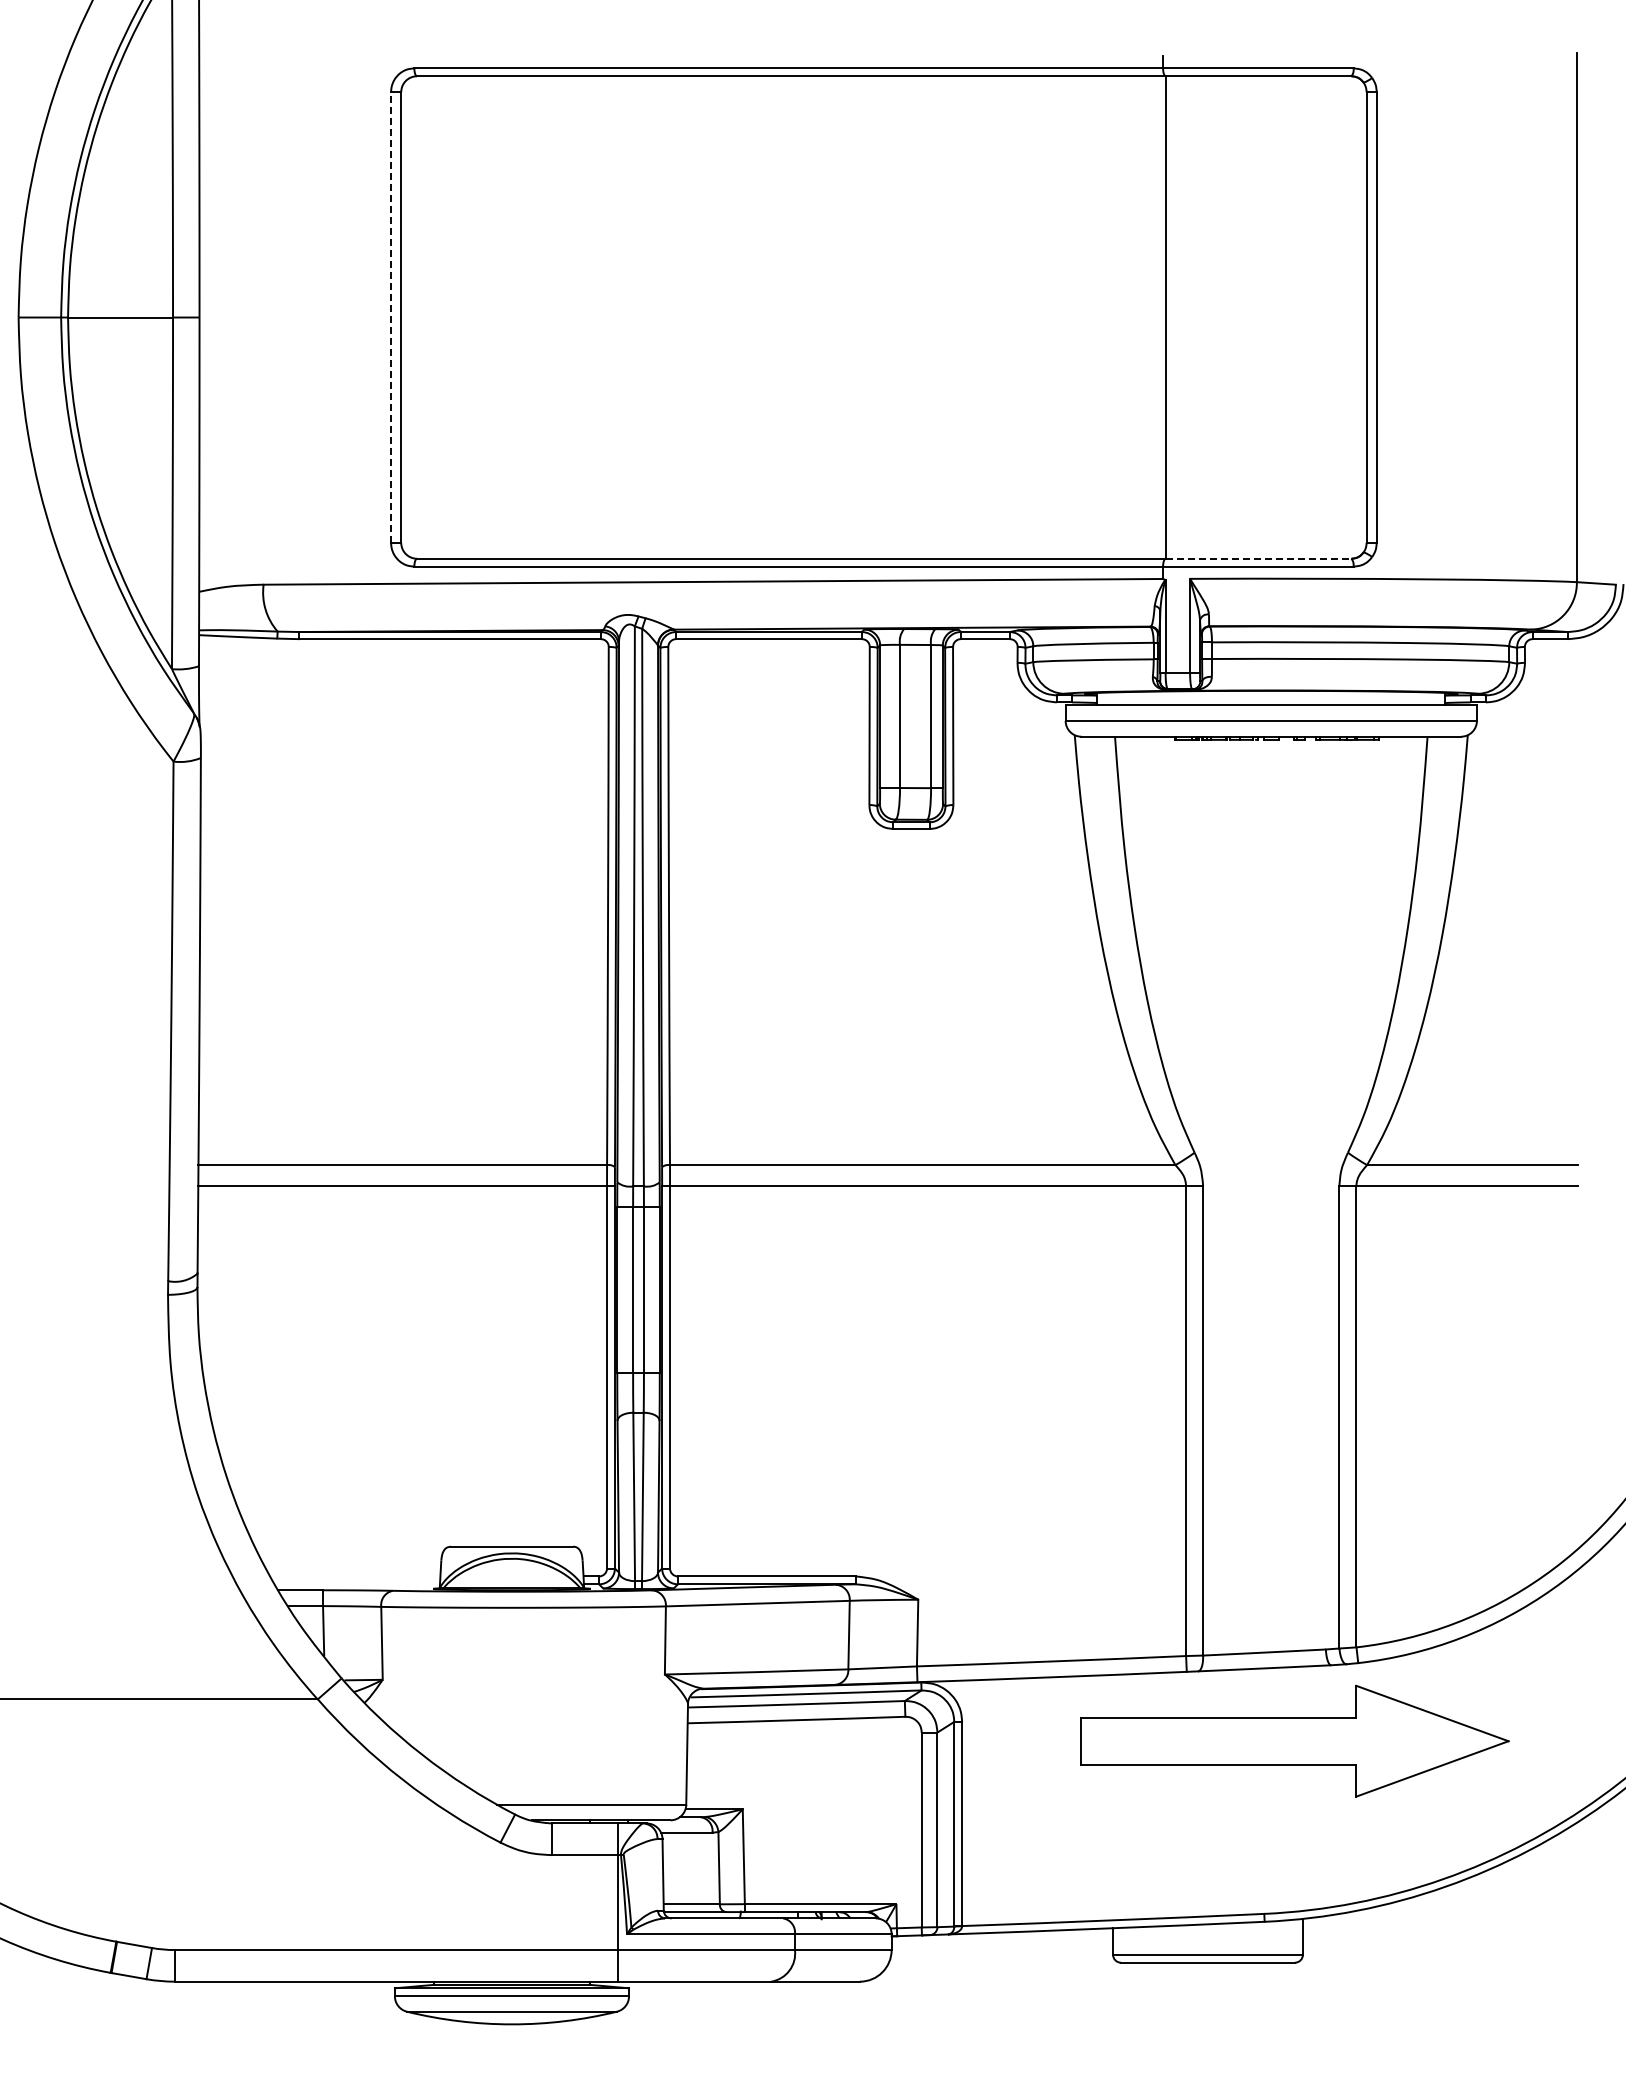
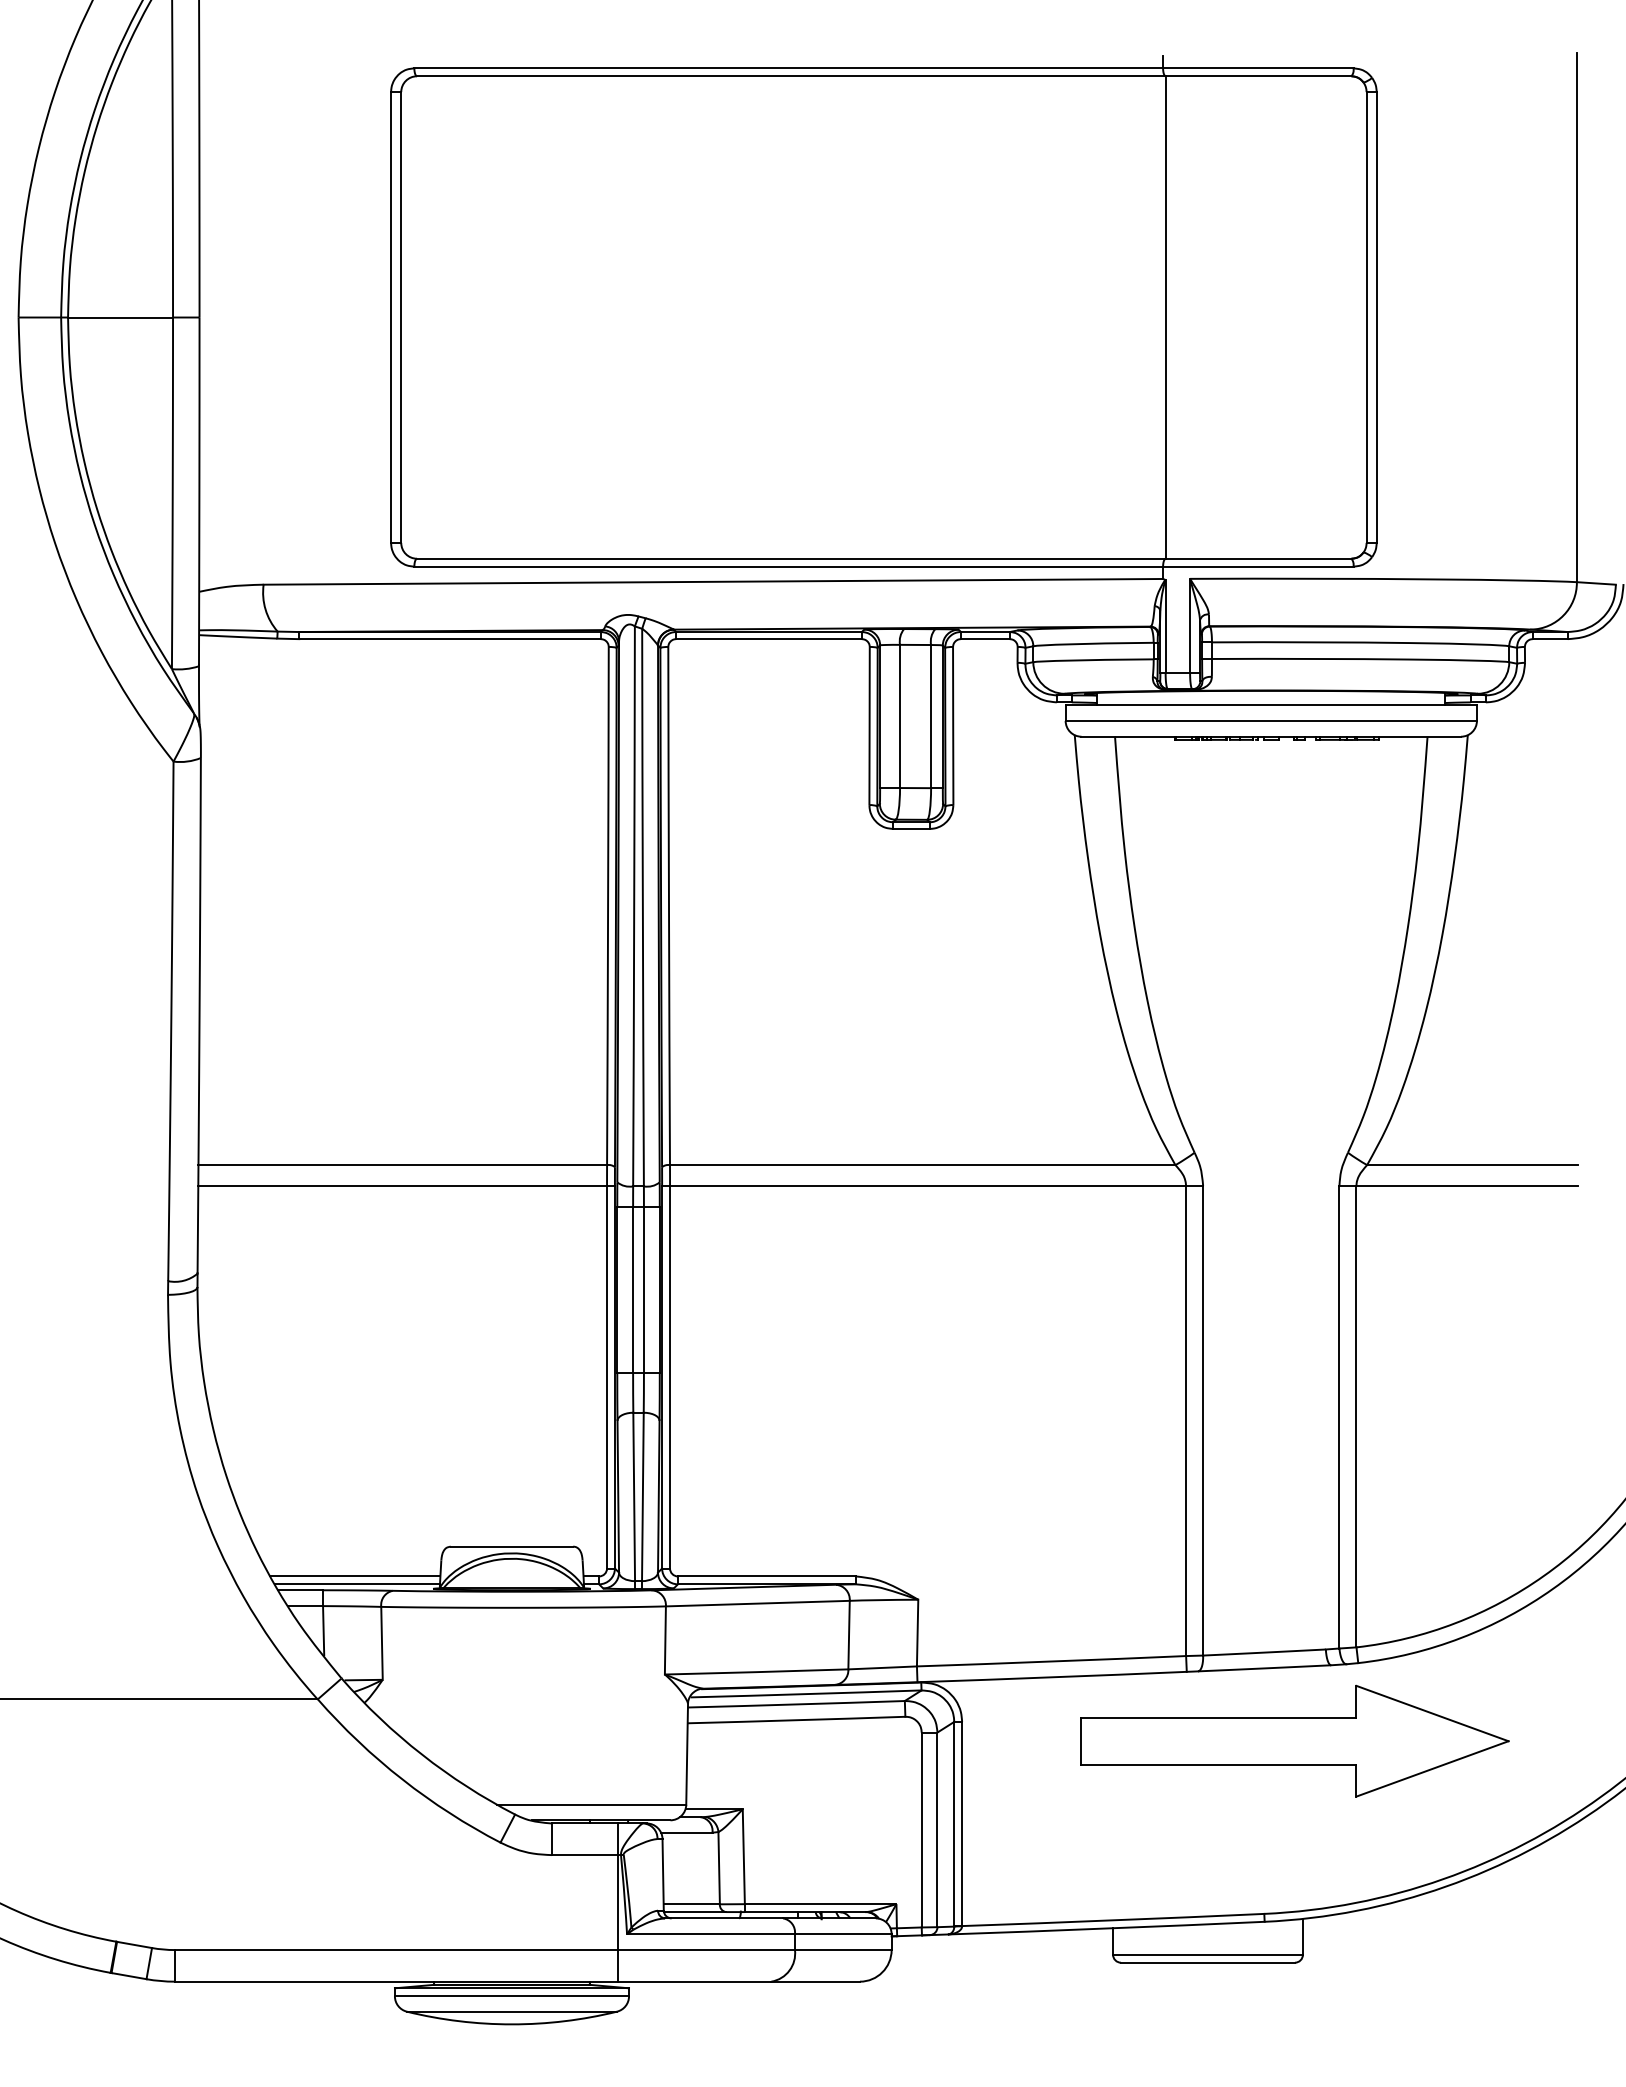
line at (391, 317): dashed -> solid
line at (1258, 558): dashed -> solid
line at (355, 1576): none -> present
line at (357, 1584): none -> present
